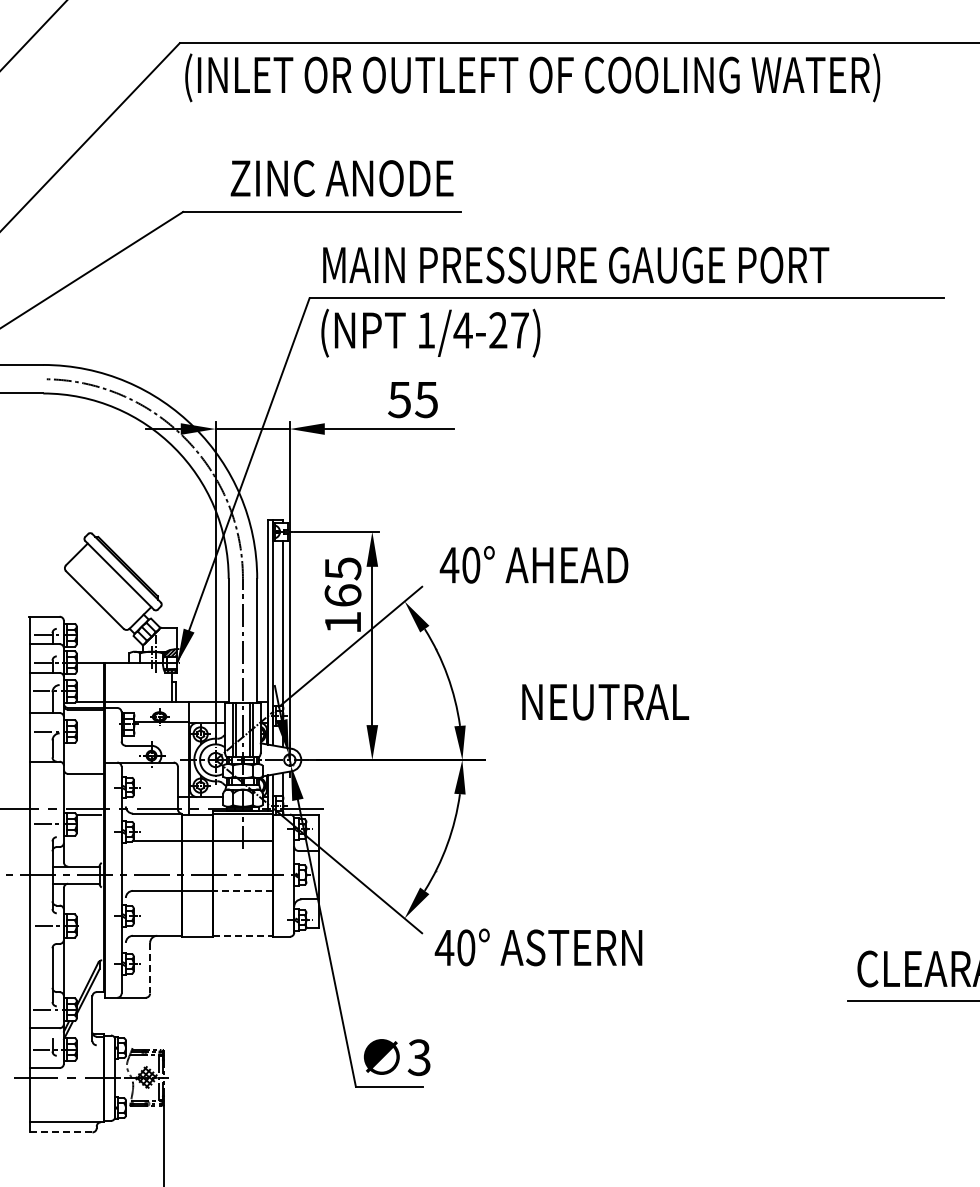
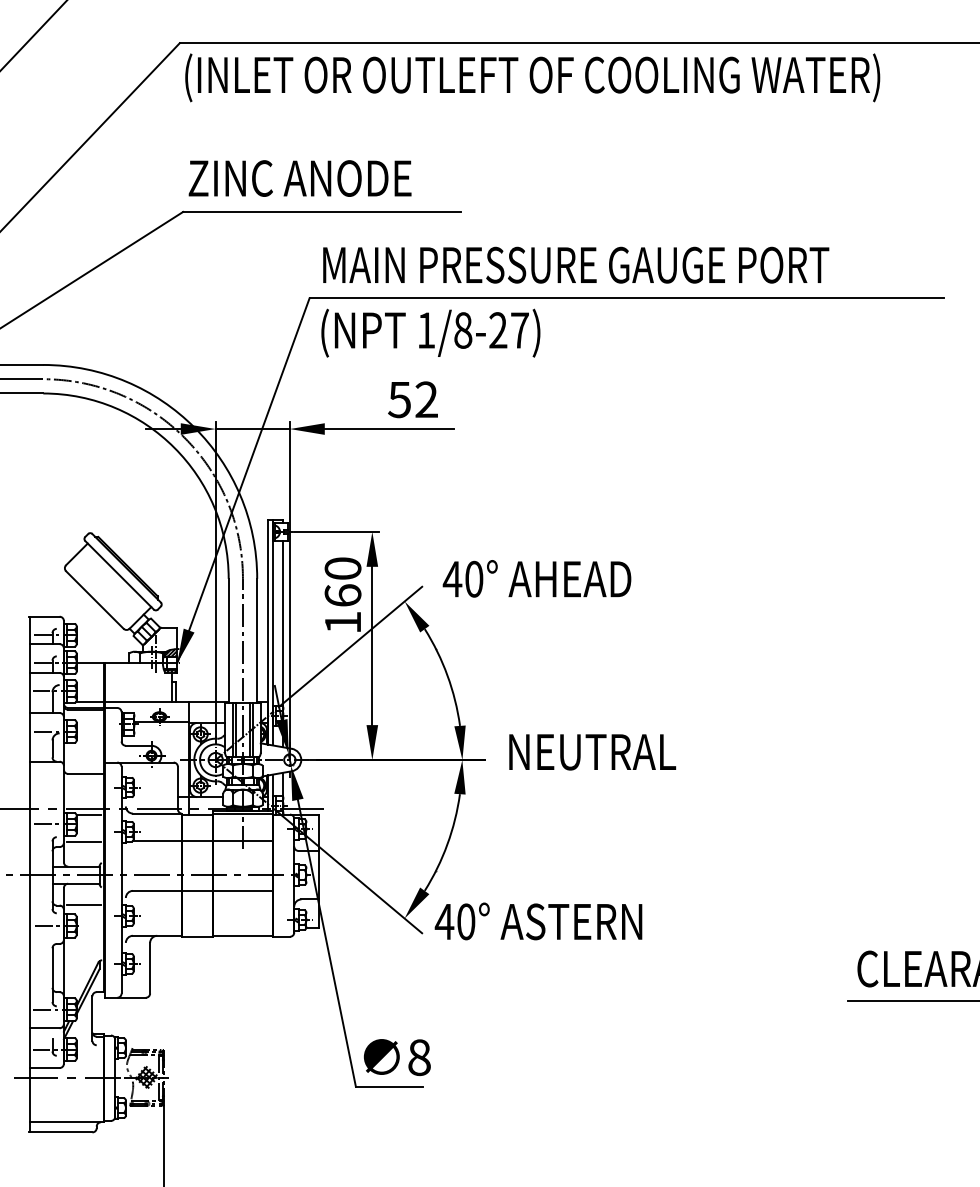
text at (341, 178) position: (341, 178) -> (299, 178)
text at (462, 330): 1/4-27) -> 1/8-27)
line at (22, 379): none -> present
text at (426, 399): 55 -> 52
text at (533, 564) position: (533, 564) -> (536, 578)
text at (342, 568): 165 -> 160
text at (605, 702) position: (605, 702) -> (592, 752)
line at (83, 841): none -> present
line at (242, 890): dashed -> solid
line at (83, 905): none -> present
line at (242, 935): dashed -> solid
text at (538, 947) position: (538, 947) -> (538, 921)
line at (150, 968): dashed -> solid
text at (418, 1057): 3 -> 8
line at (60, 1132): dashed -> solid
